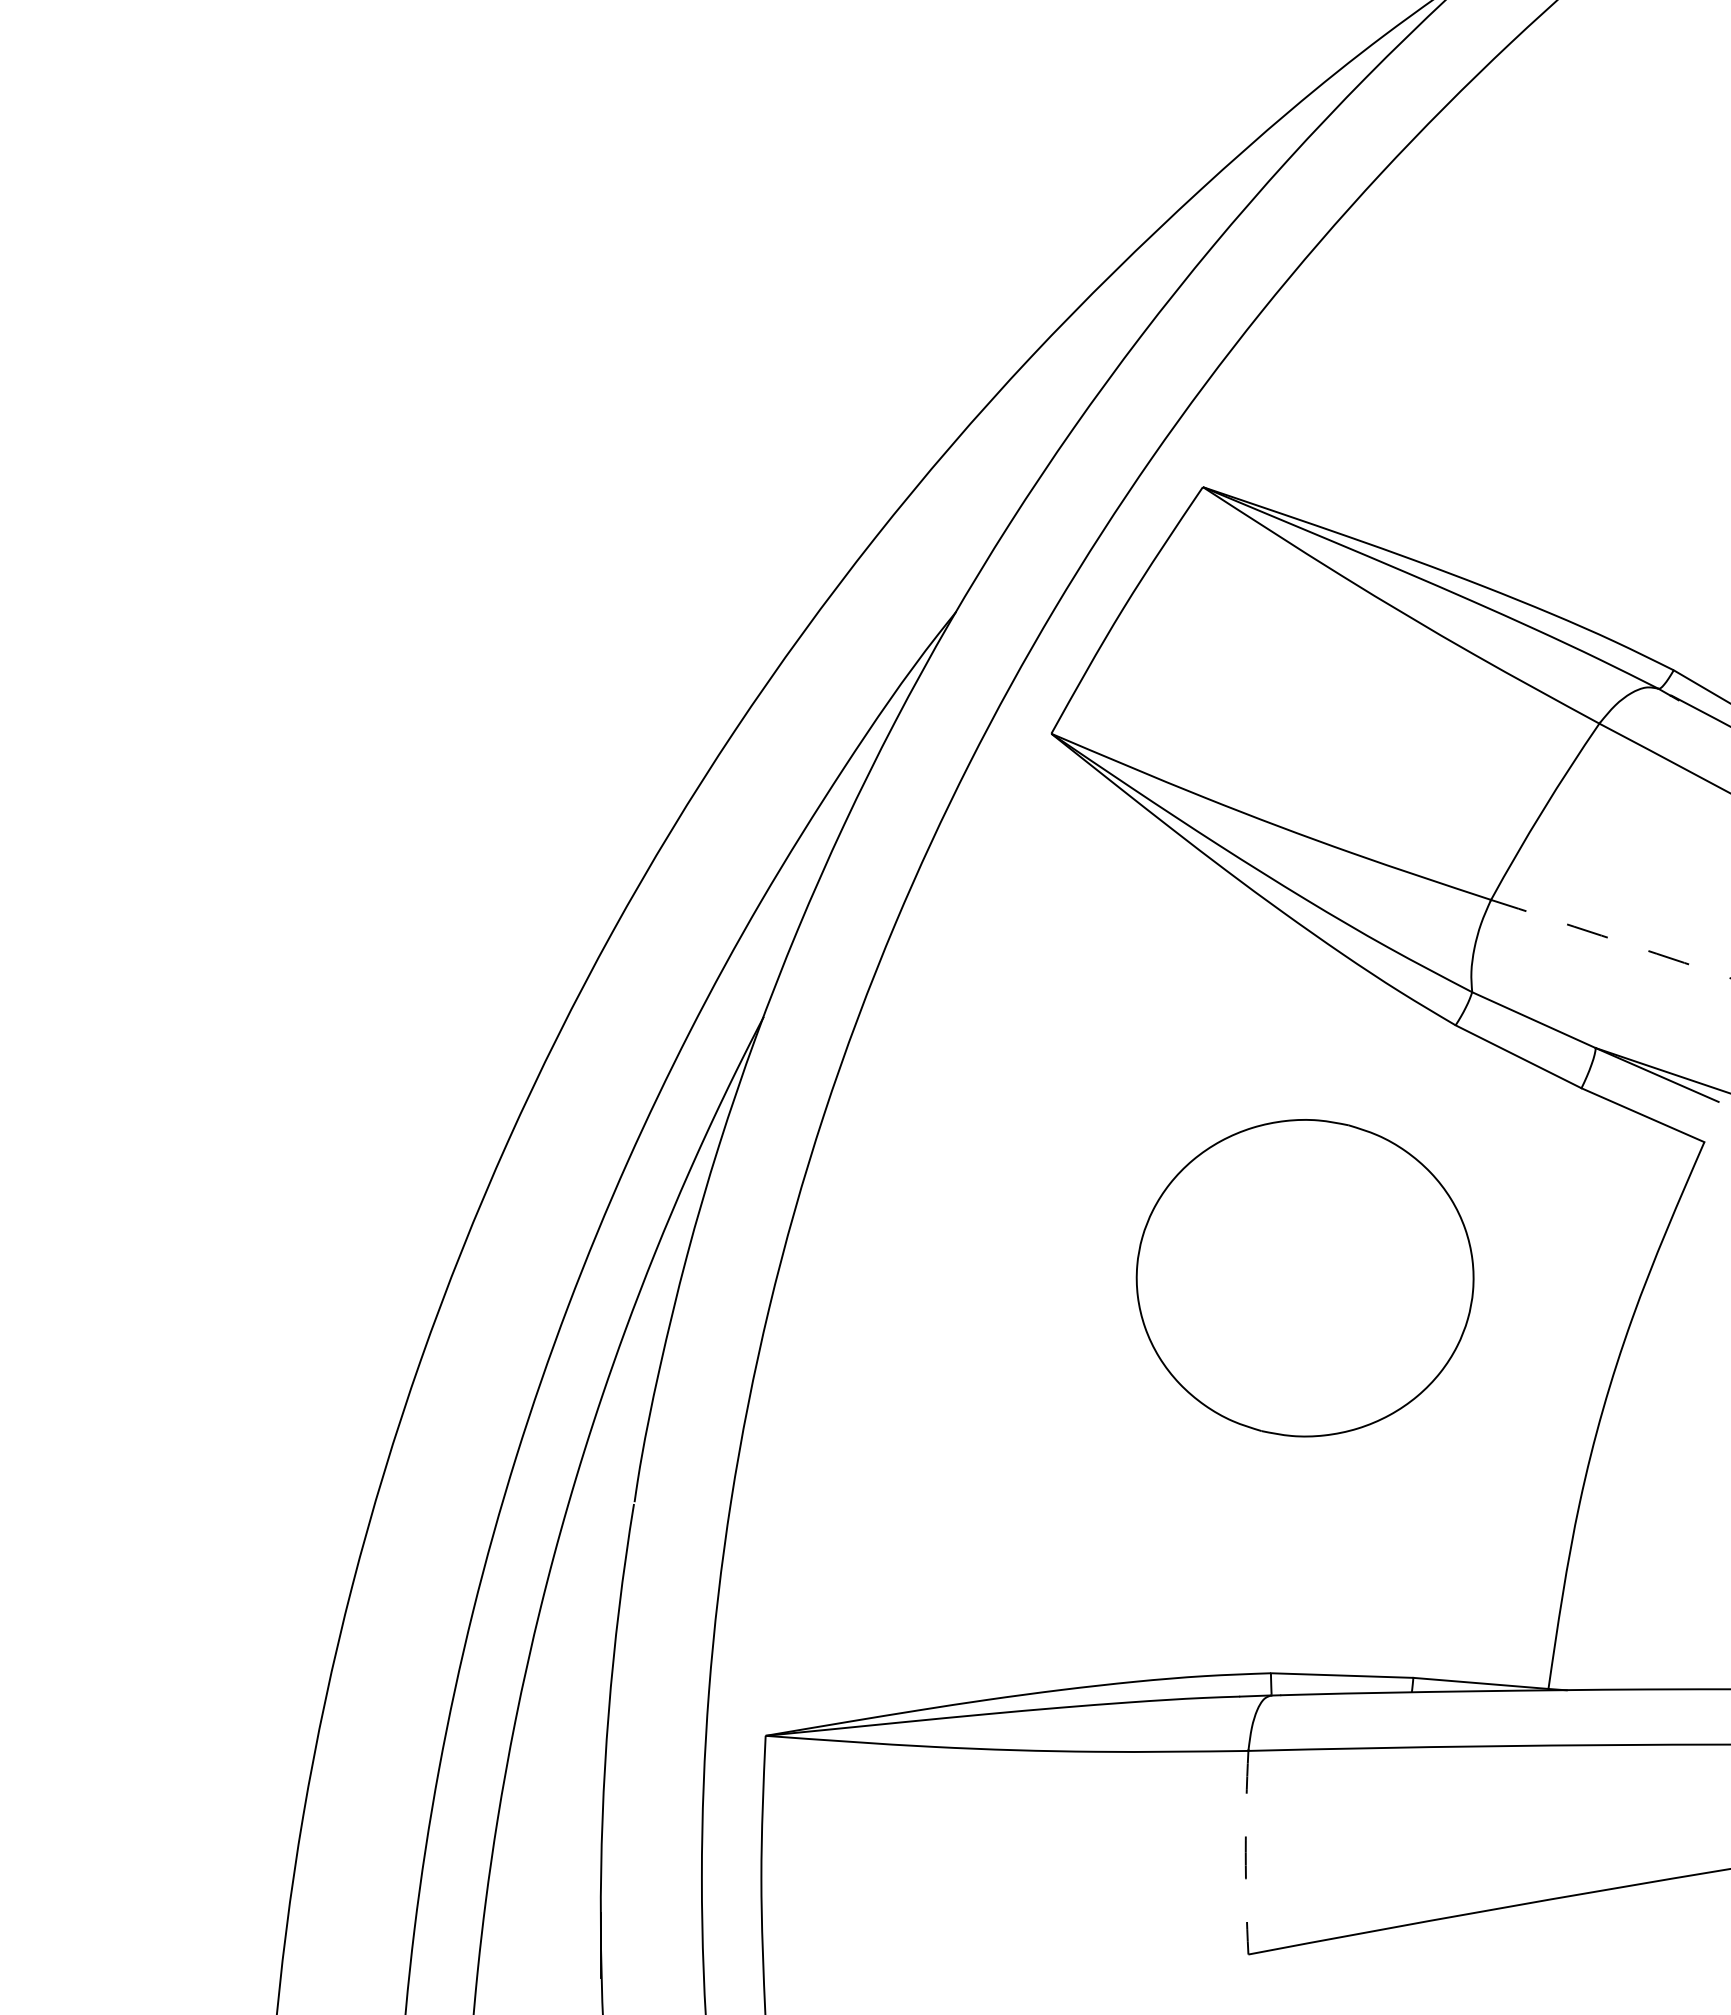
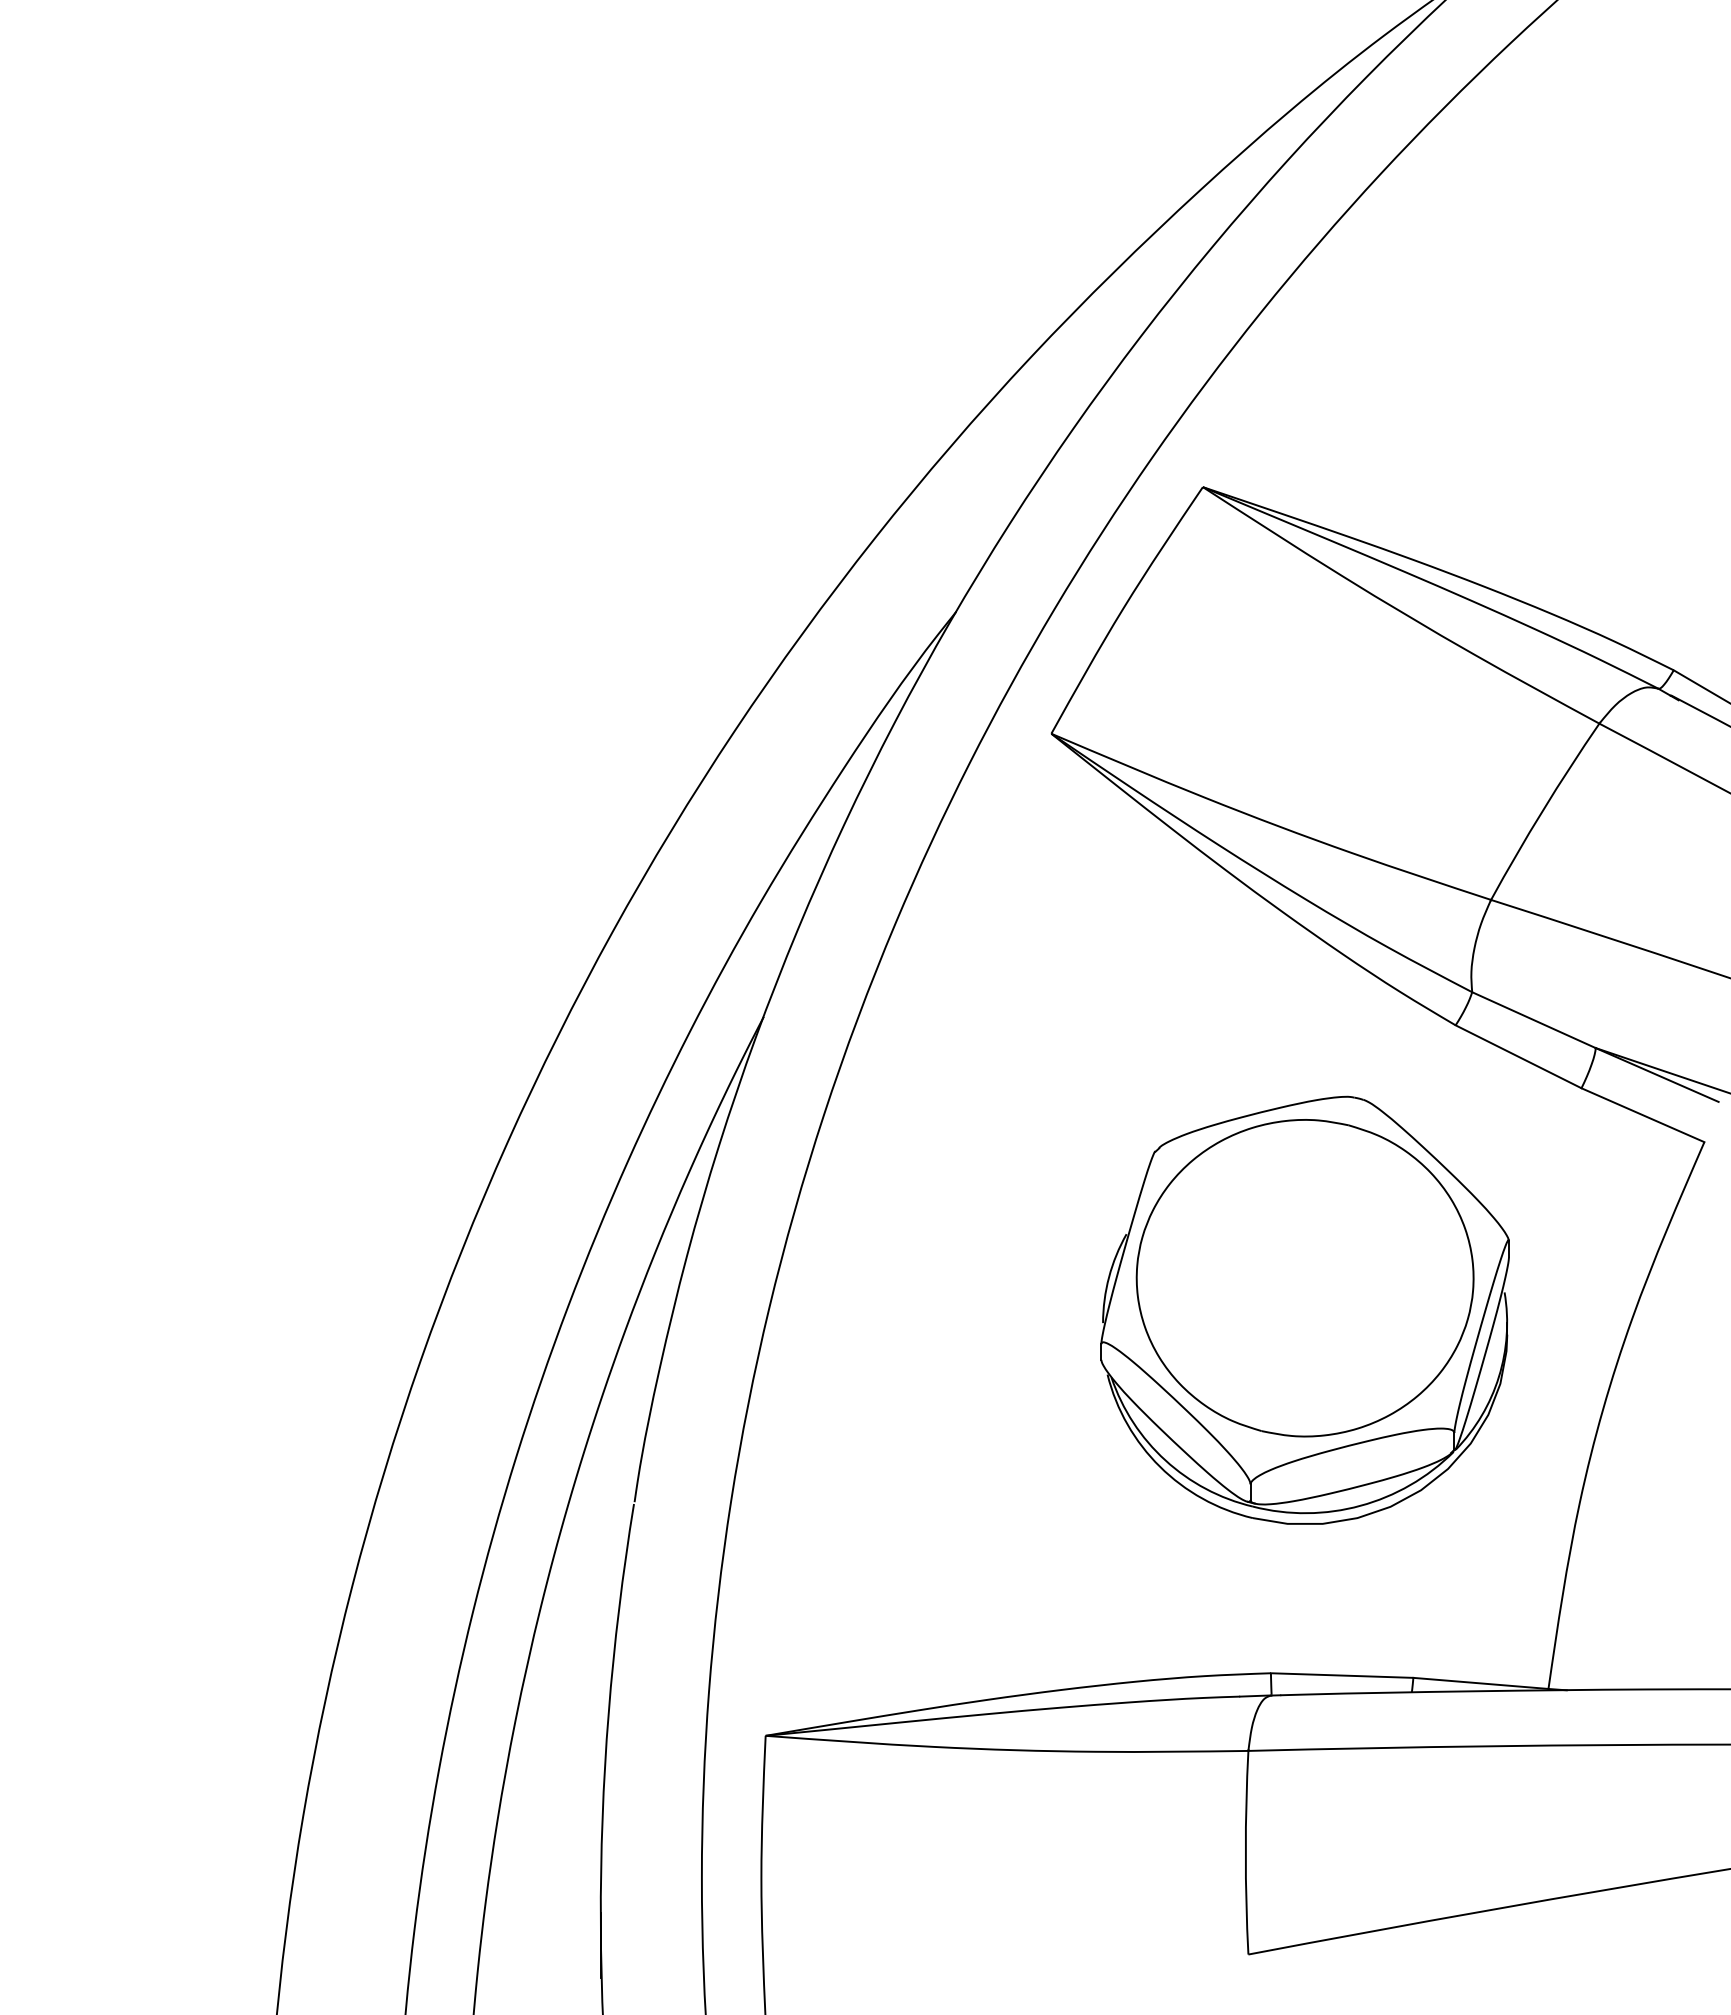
arc at (1611, 938): dashed -> solid
part at (1304, 1309): none -> present
arc at (1245, 1852): dashed -> solid
